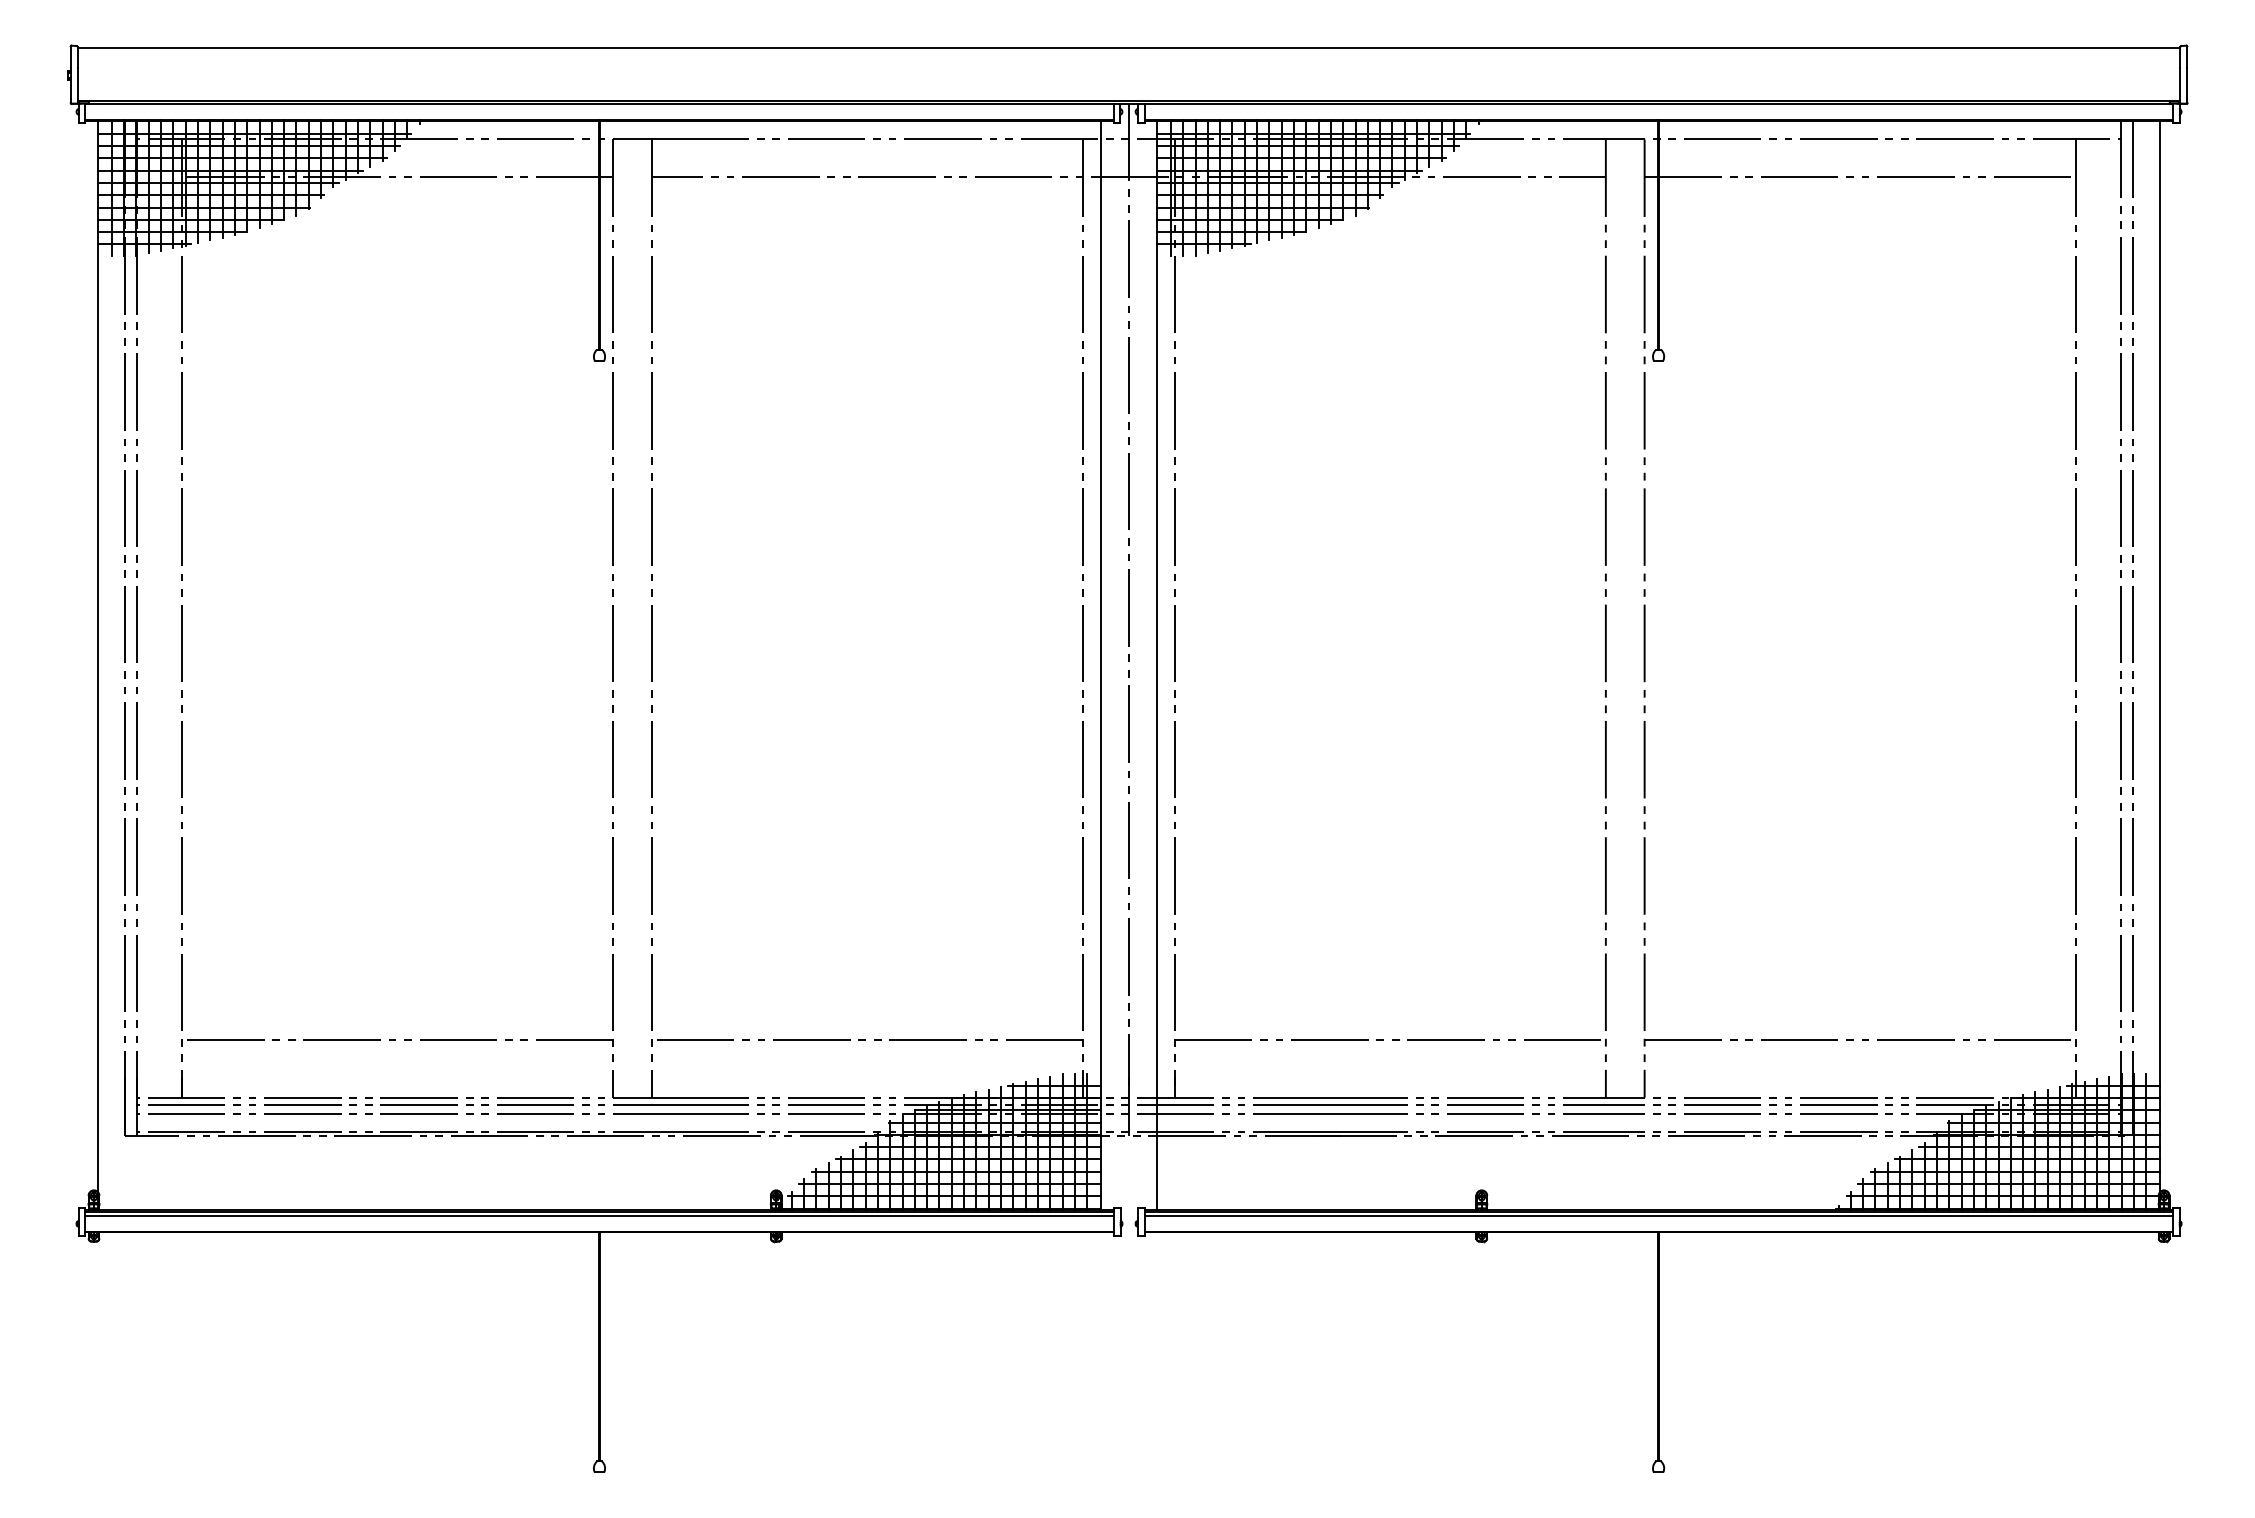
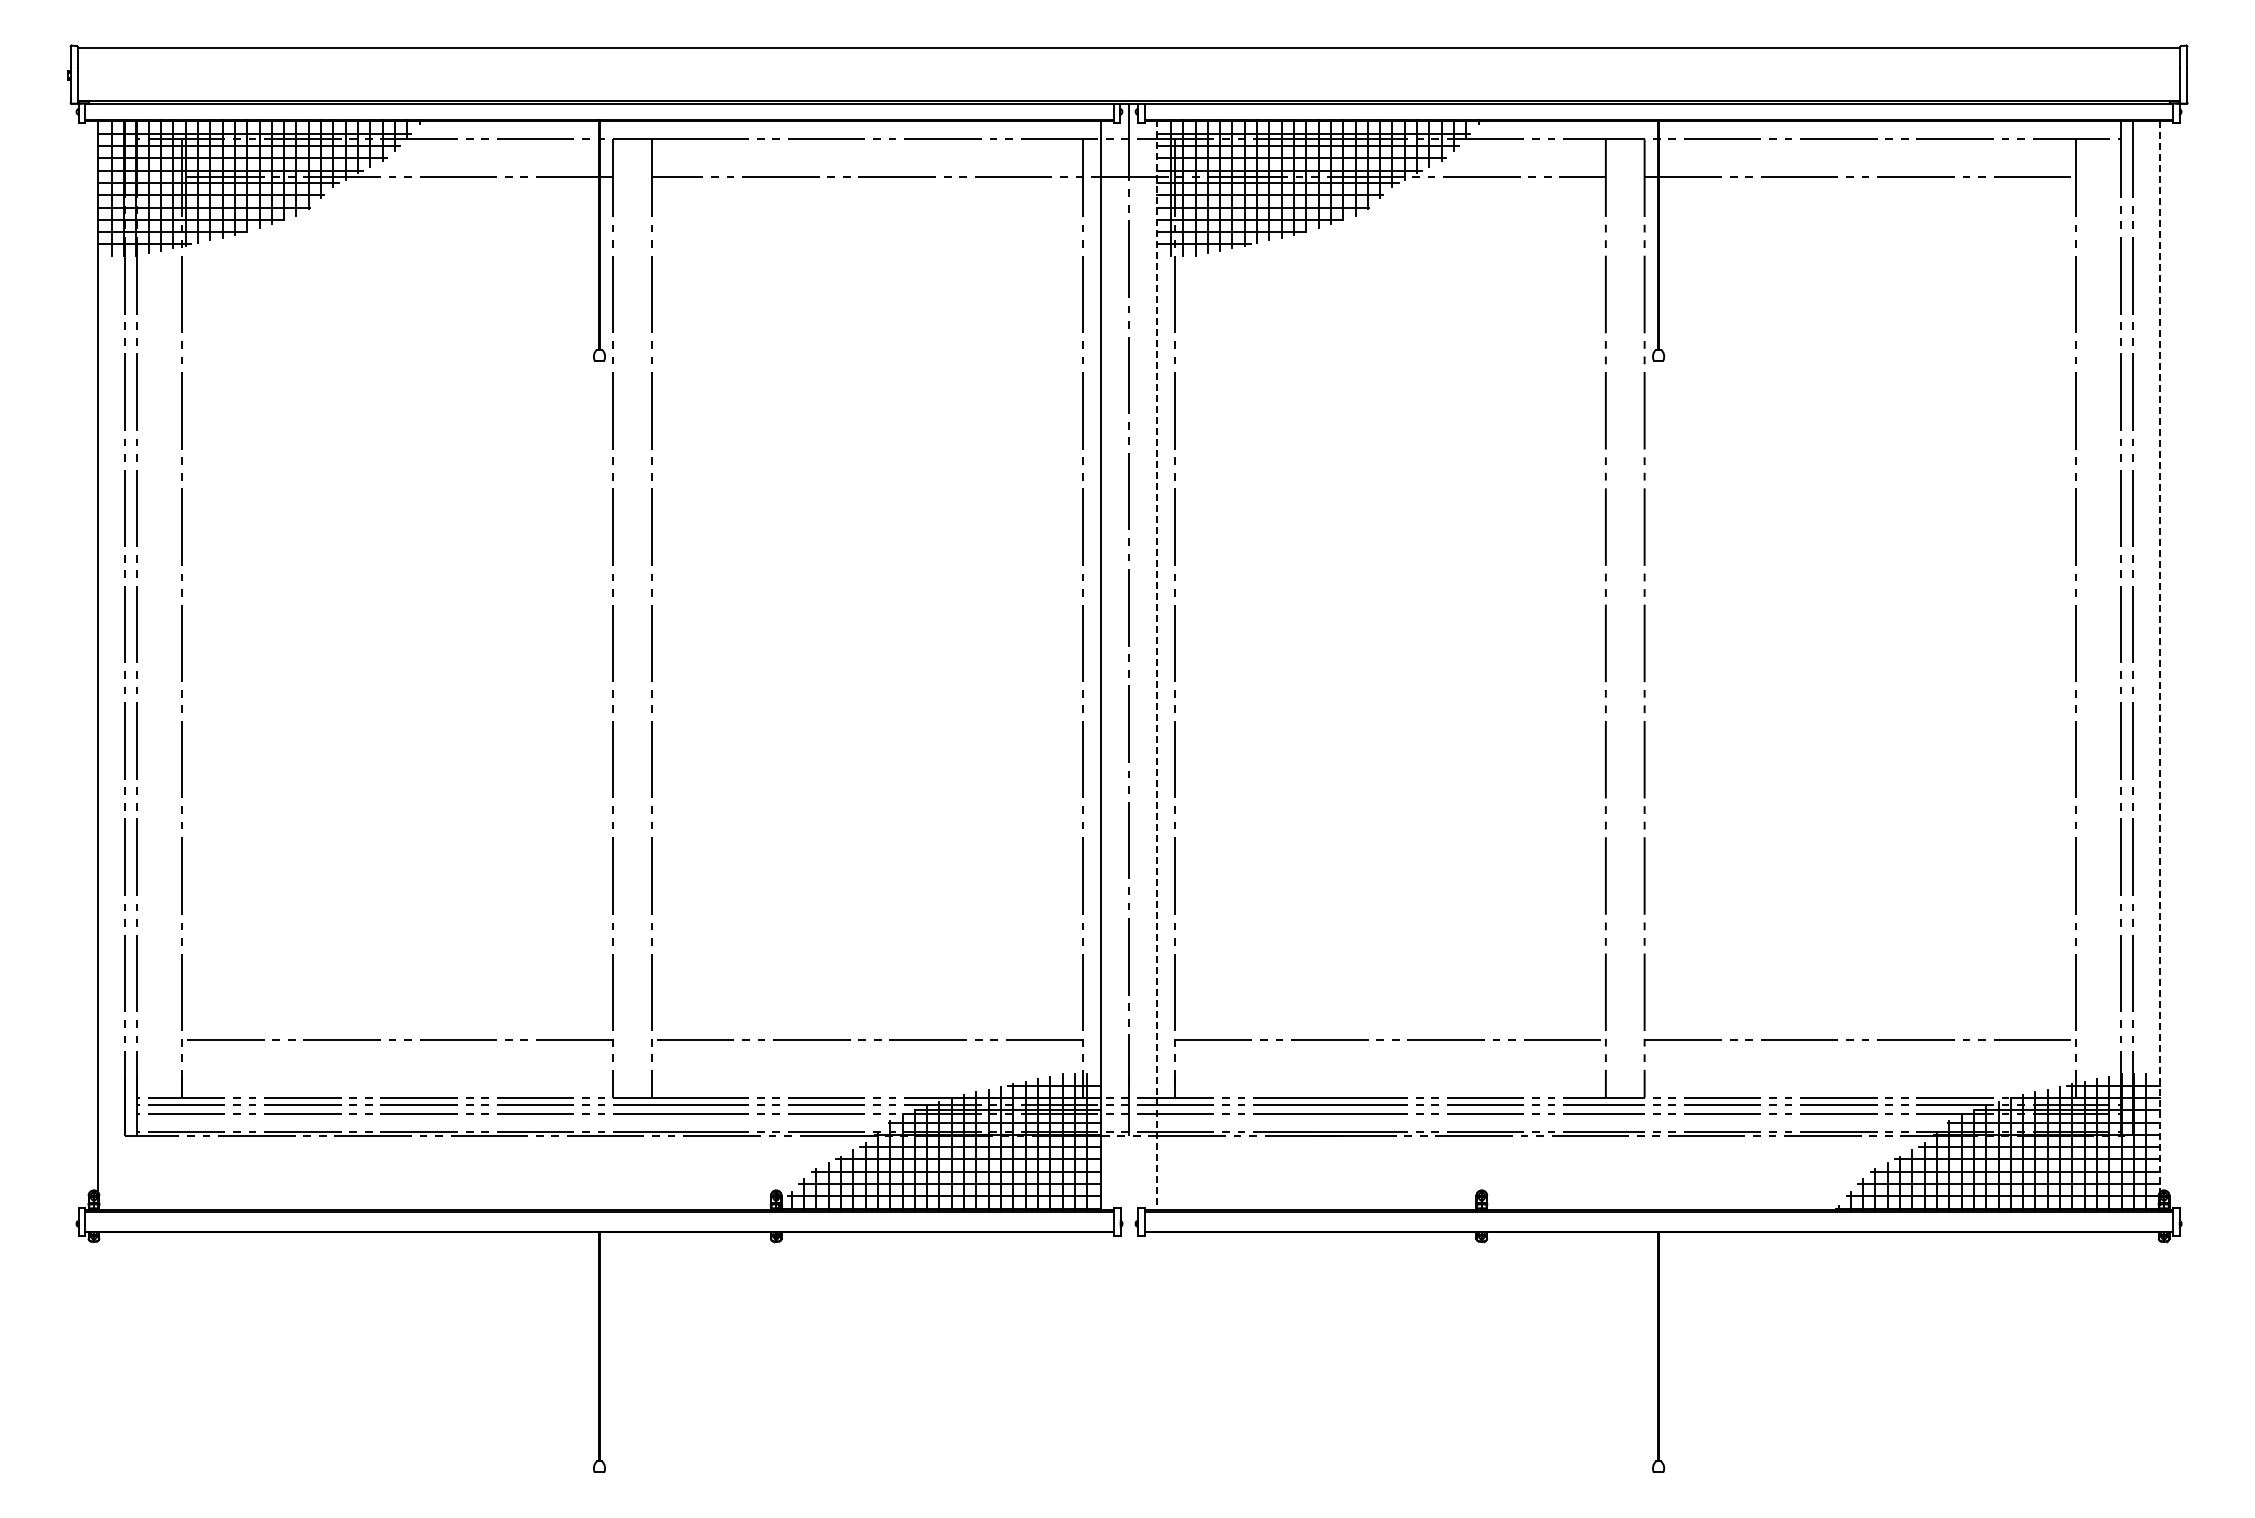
line at (1156, 665): solid -> dashed
line at (2160, 665): solid -> dashed
line at (599, 1215): present -> none
line at (1658, 1215): present -> none
